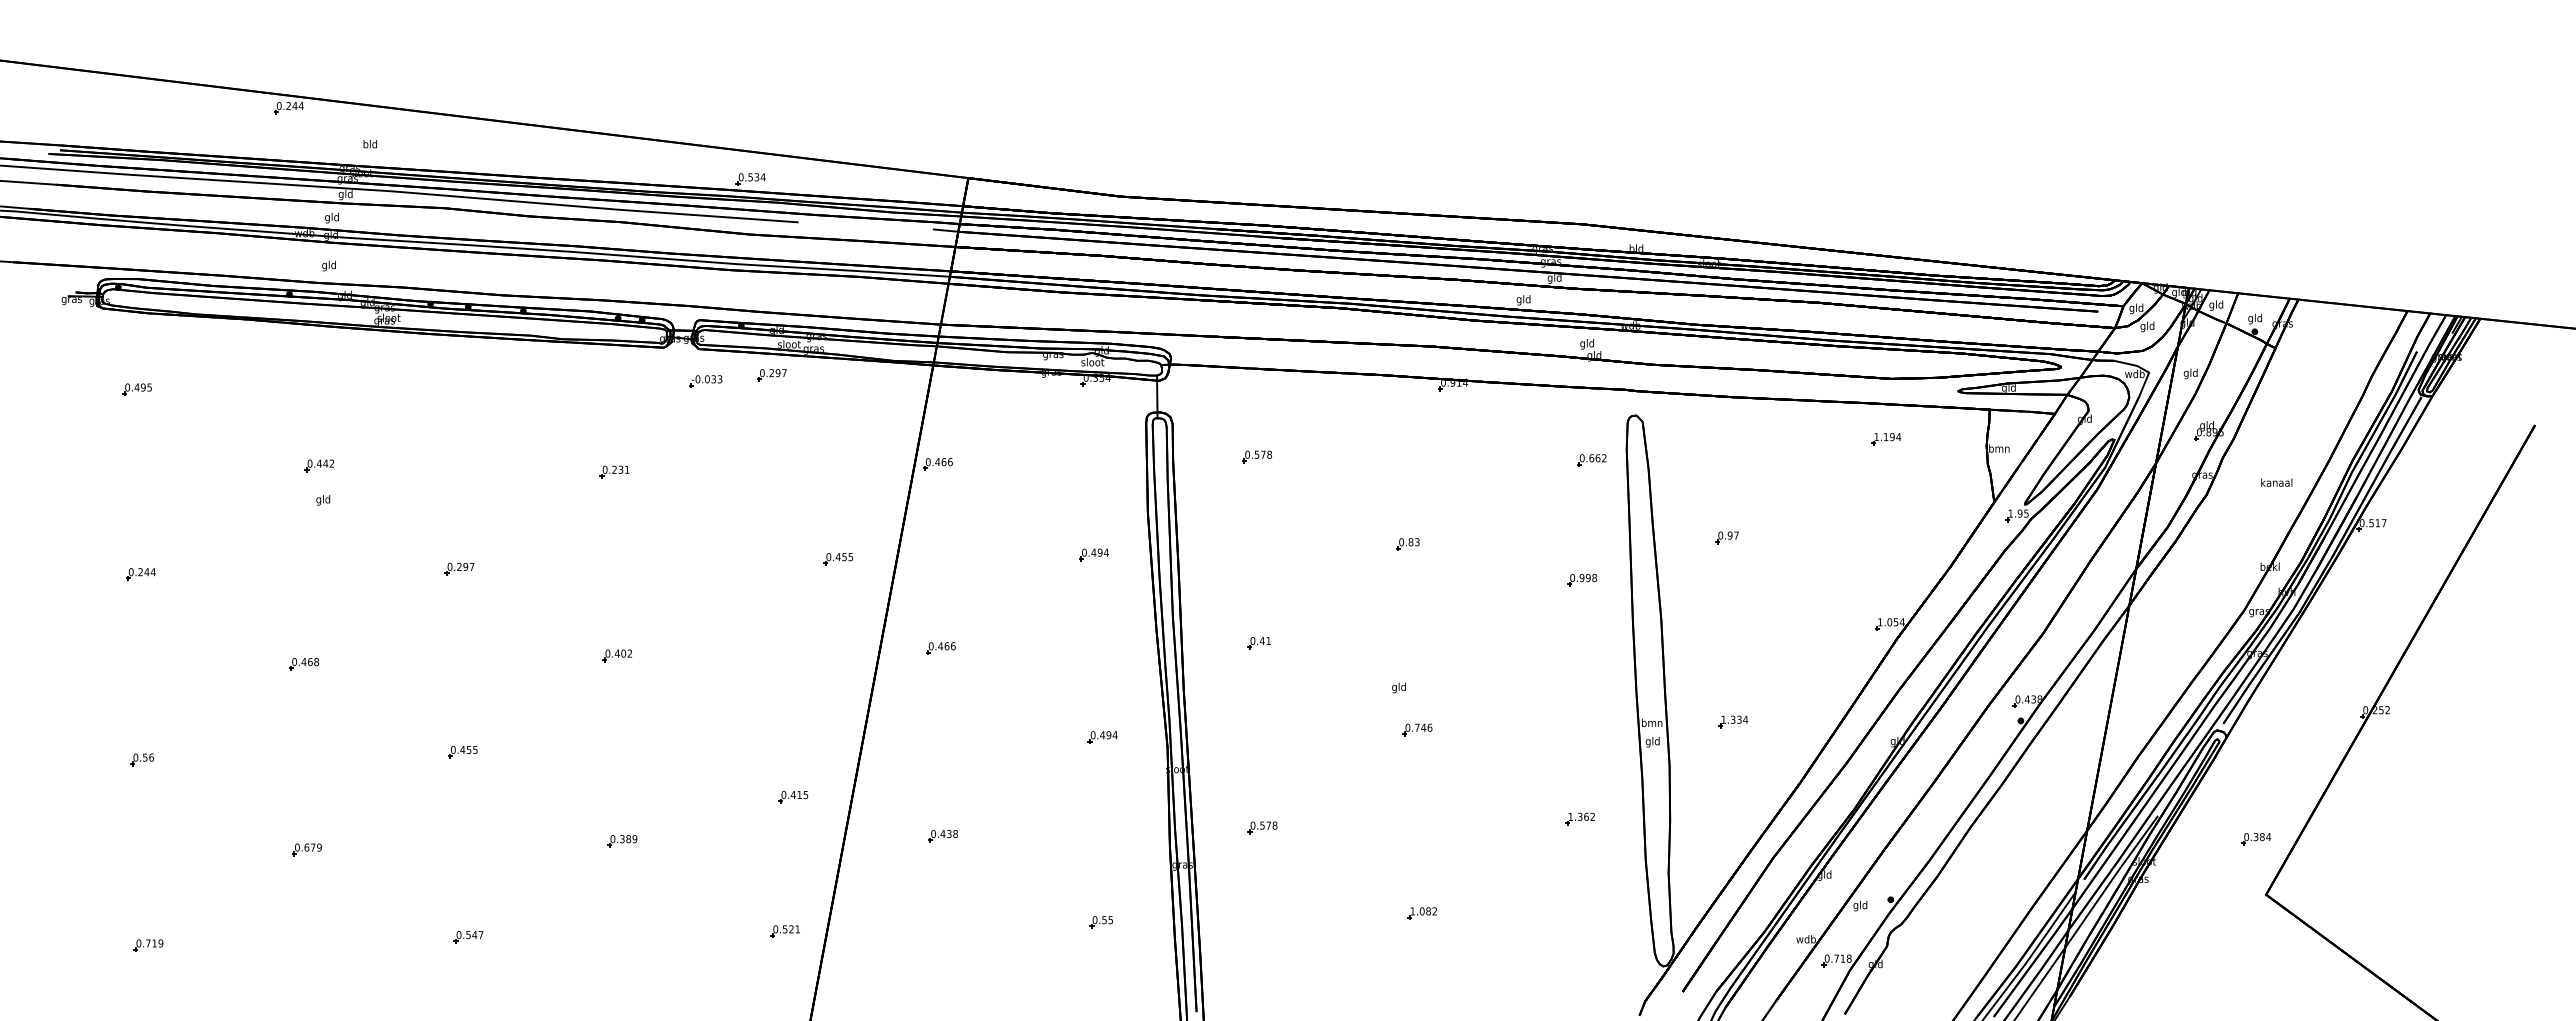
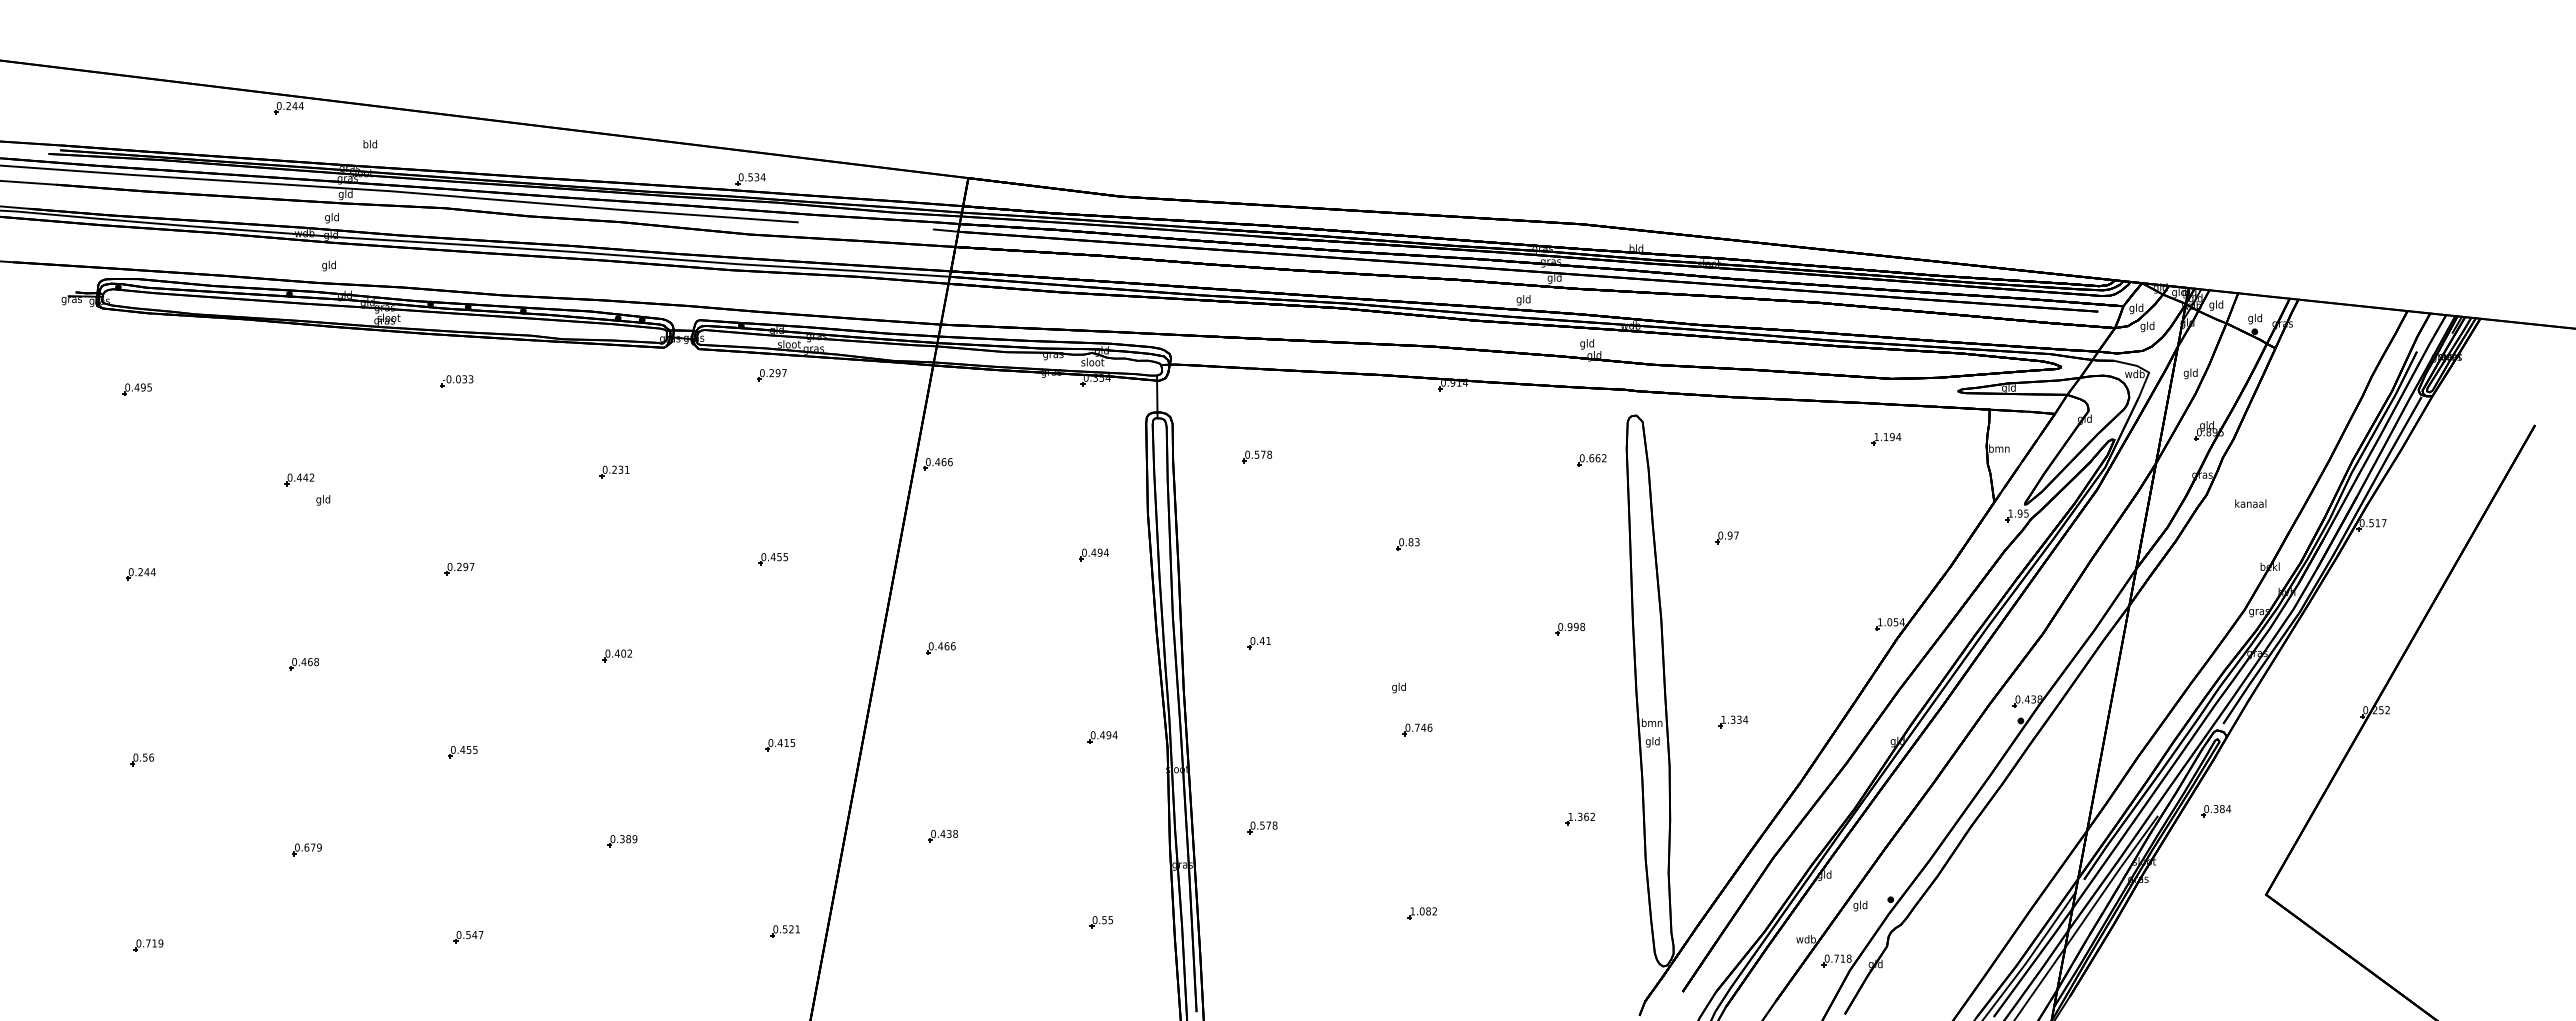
part at (705, 381) position: (705, 381) -> (456, 381)
part at (319, 465) position: (319, 465) -> (299, 479)
text at (2276, 482) position: (2276, 482) -> (2250, 503)
part at (838, 559) position: (838, 559) -> (773, 559)
part at (1582, 580) position: (1582, 580) -> (1570, 629)
part at (793, 797) position: (793, 797) -> (780, 745)
part at (2256, 839) position: (2256, 839) -> (2216, 811)
